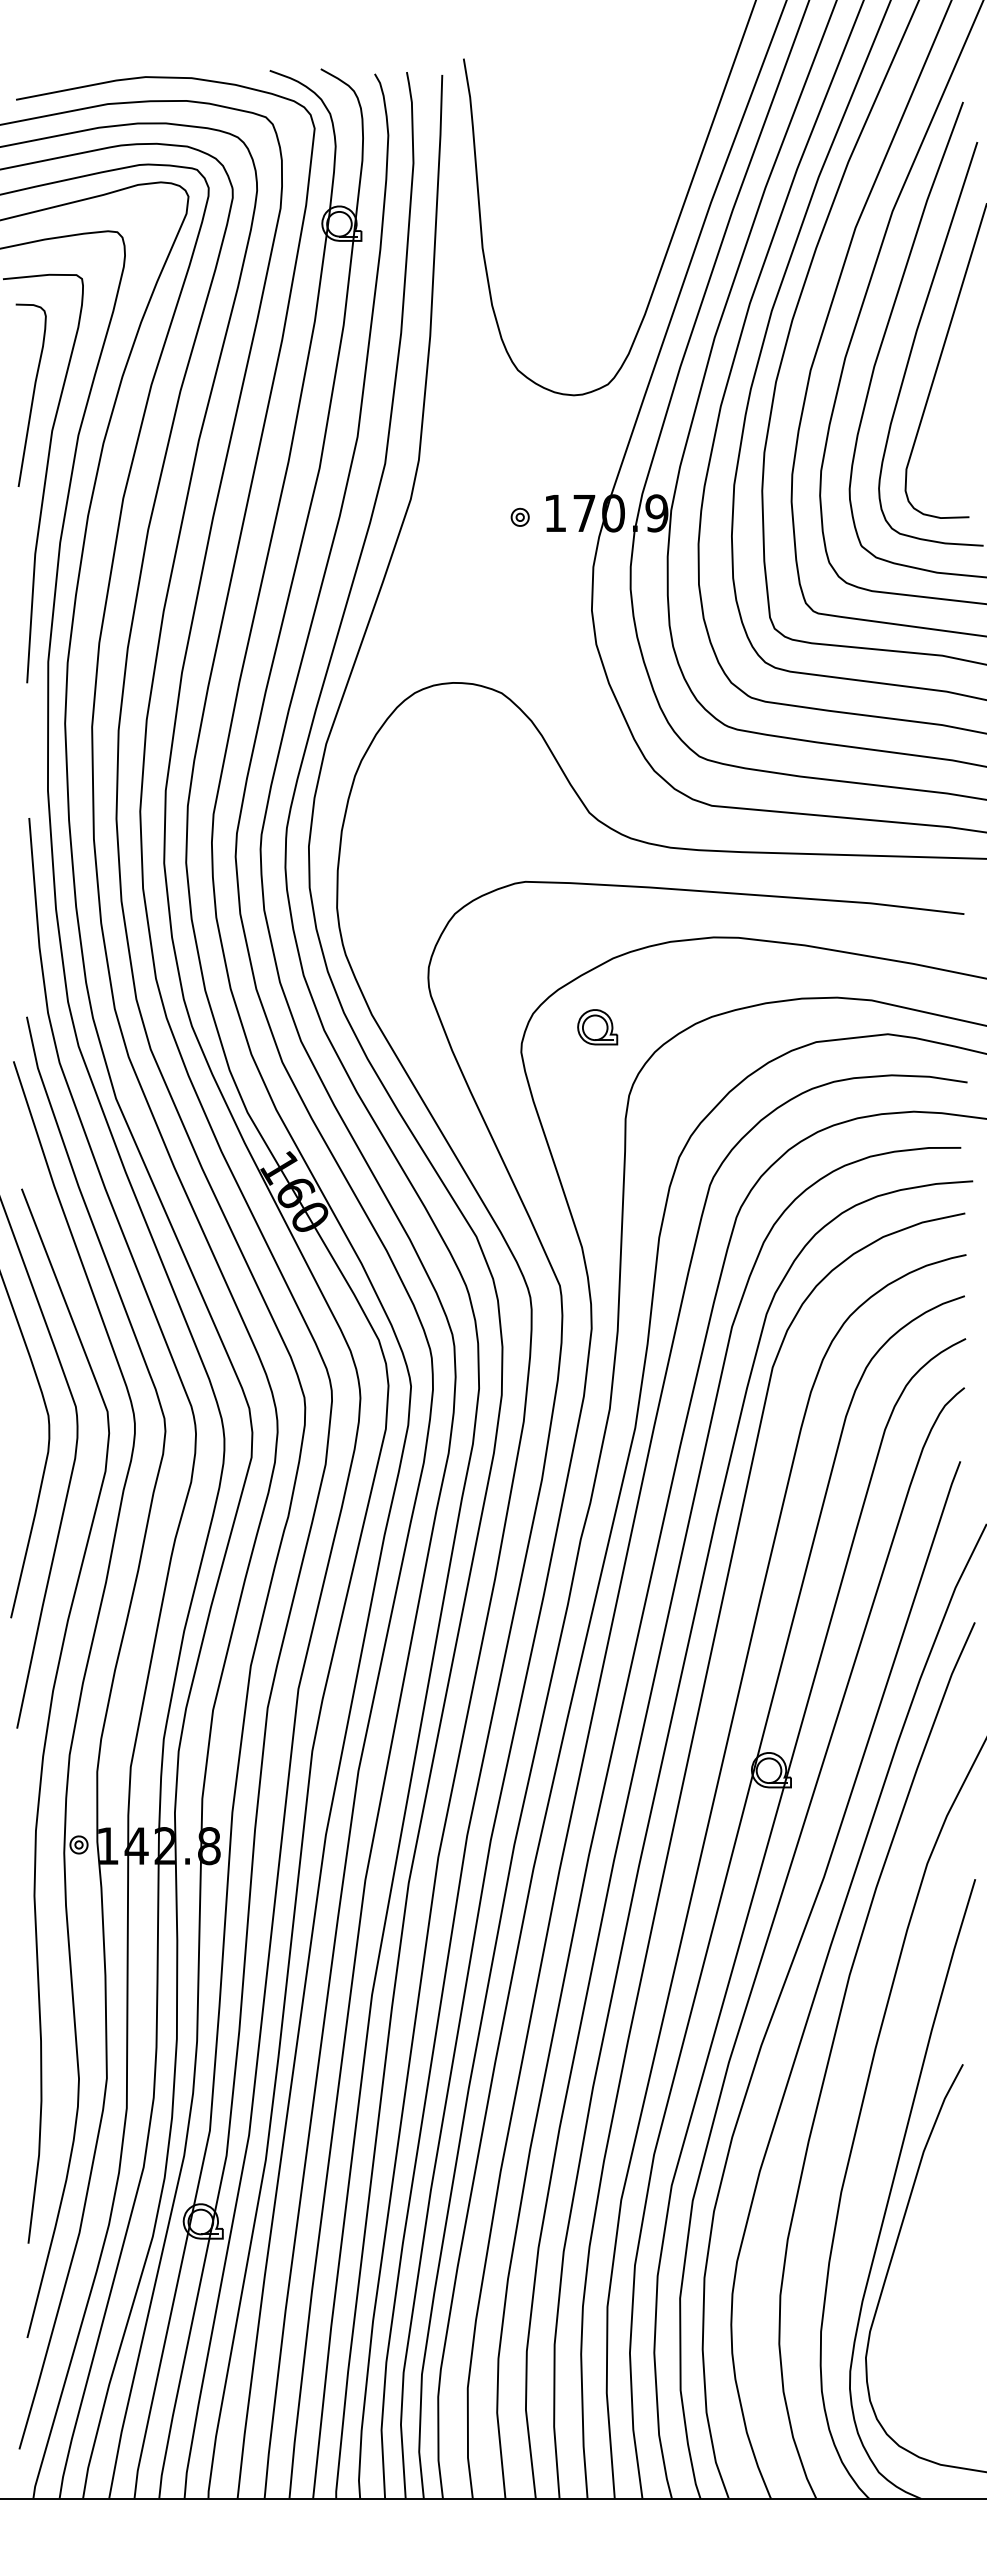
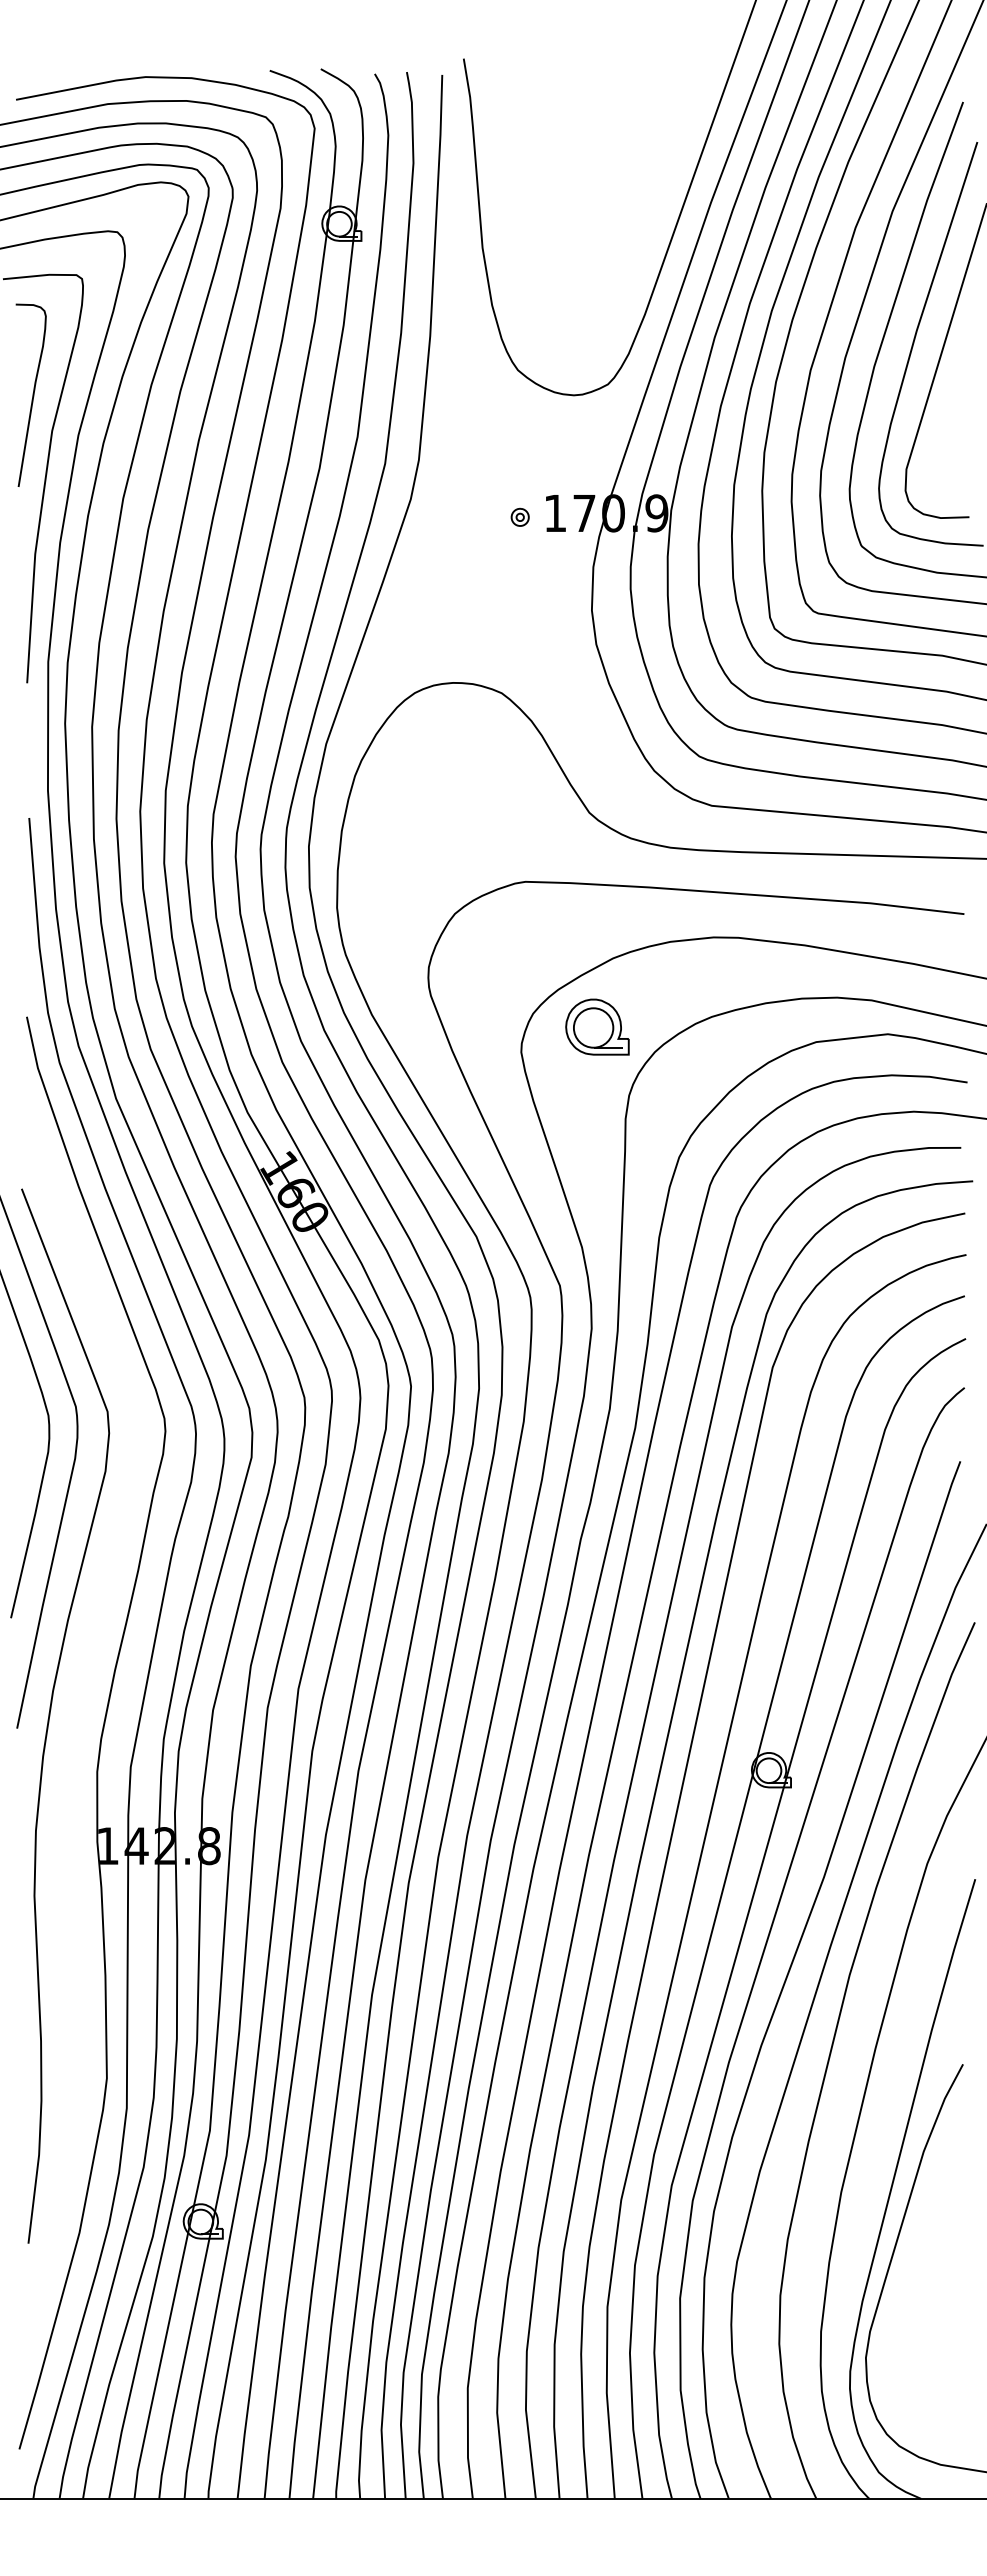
part at (597, 1027) size: 42x37 px -> 65x58 px
part at (74, 1699): present -> none
